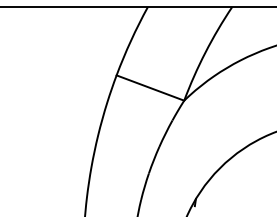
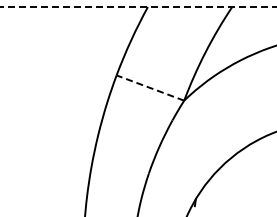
line at (137, 7): solid -> dashed
line at (149, 87): solid -> dashed
